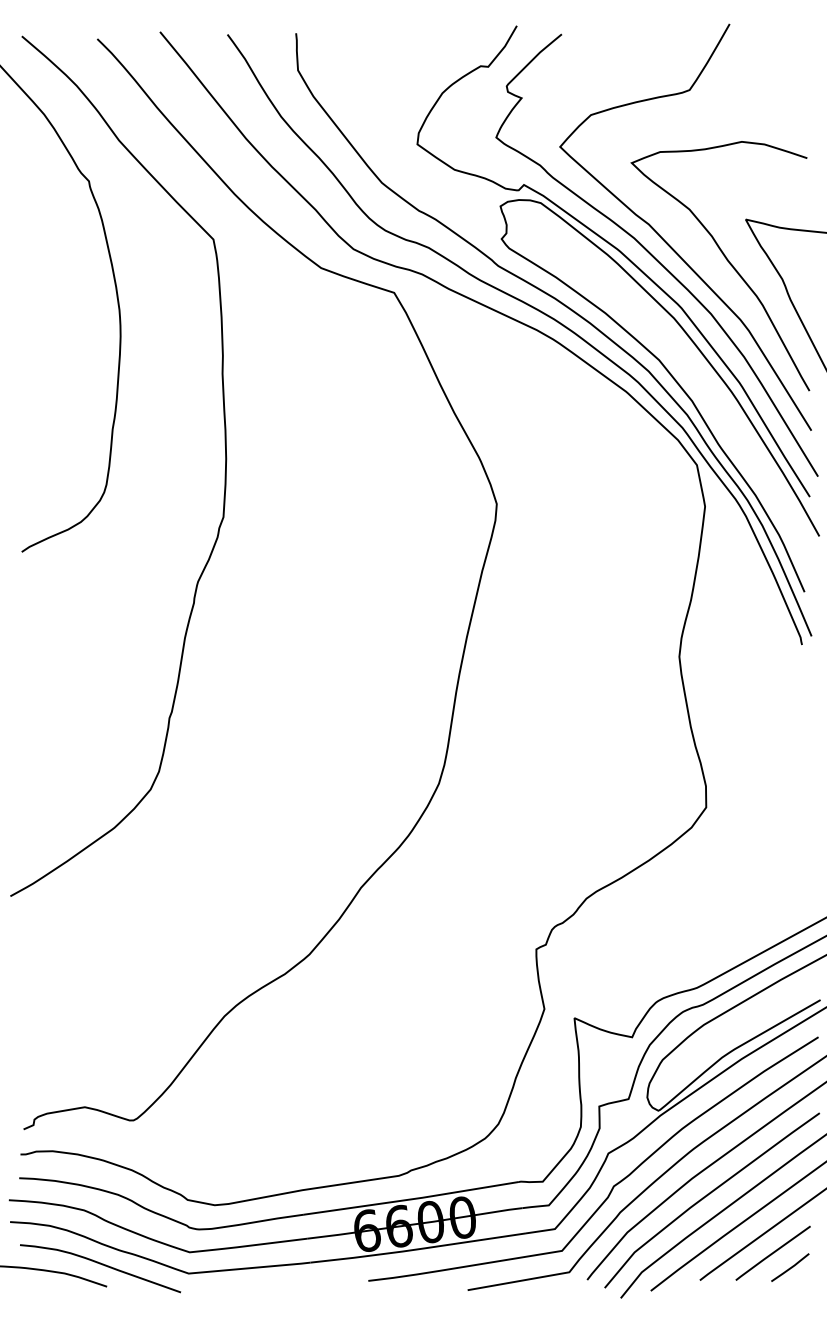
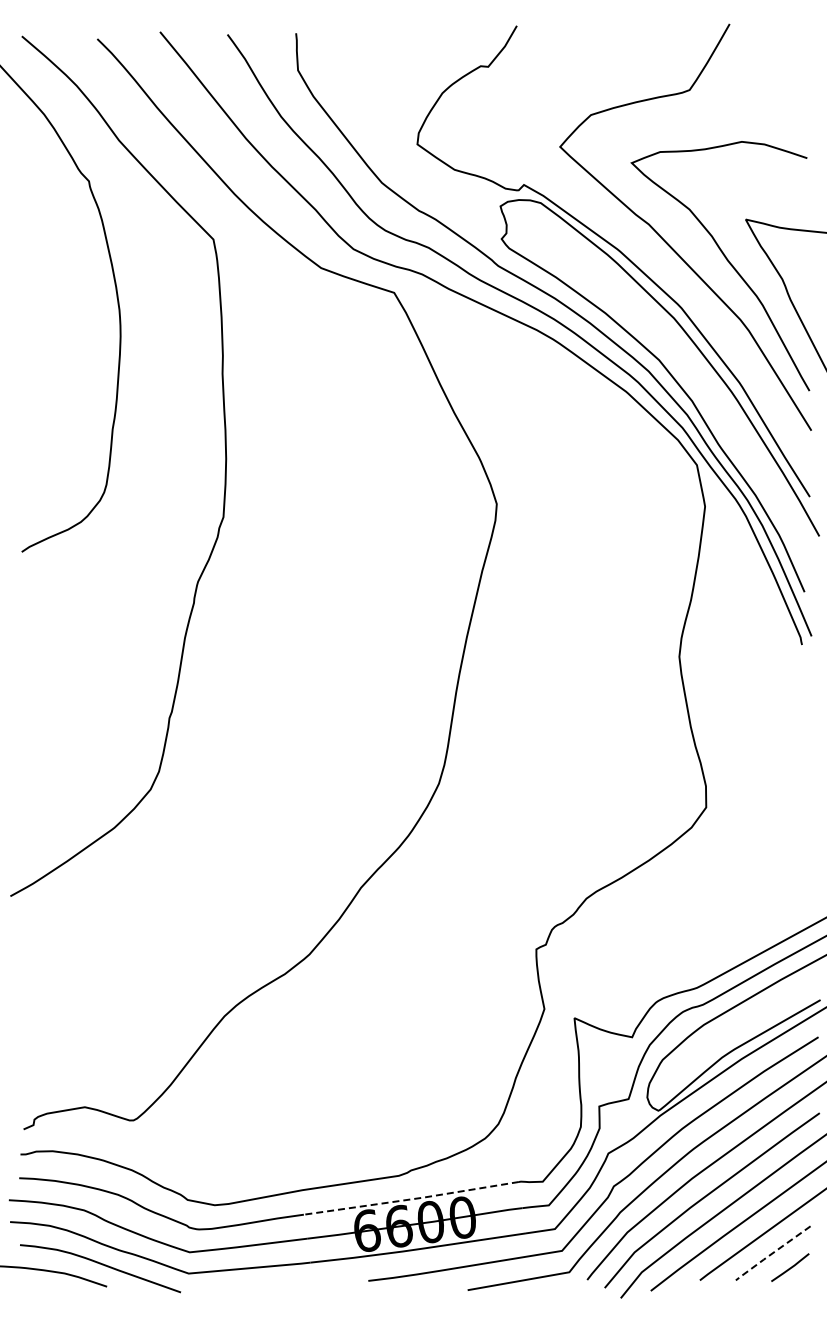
curve at (654, 256): present -> none
line at (411, 1199): solid -> dashed
line at (771, 1253): solid -> dashed
